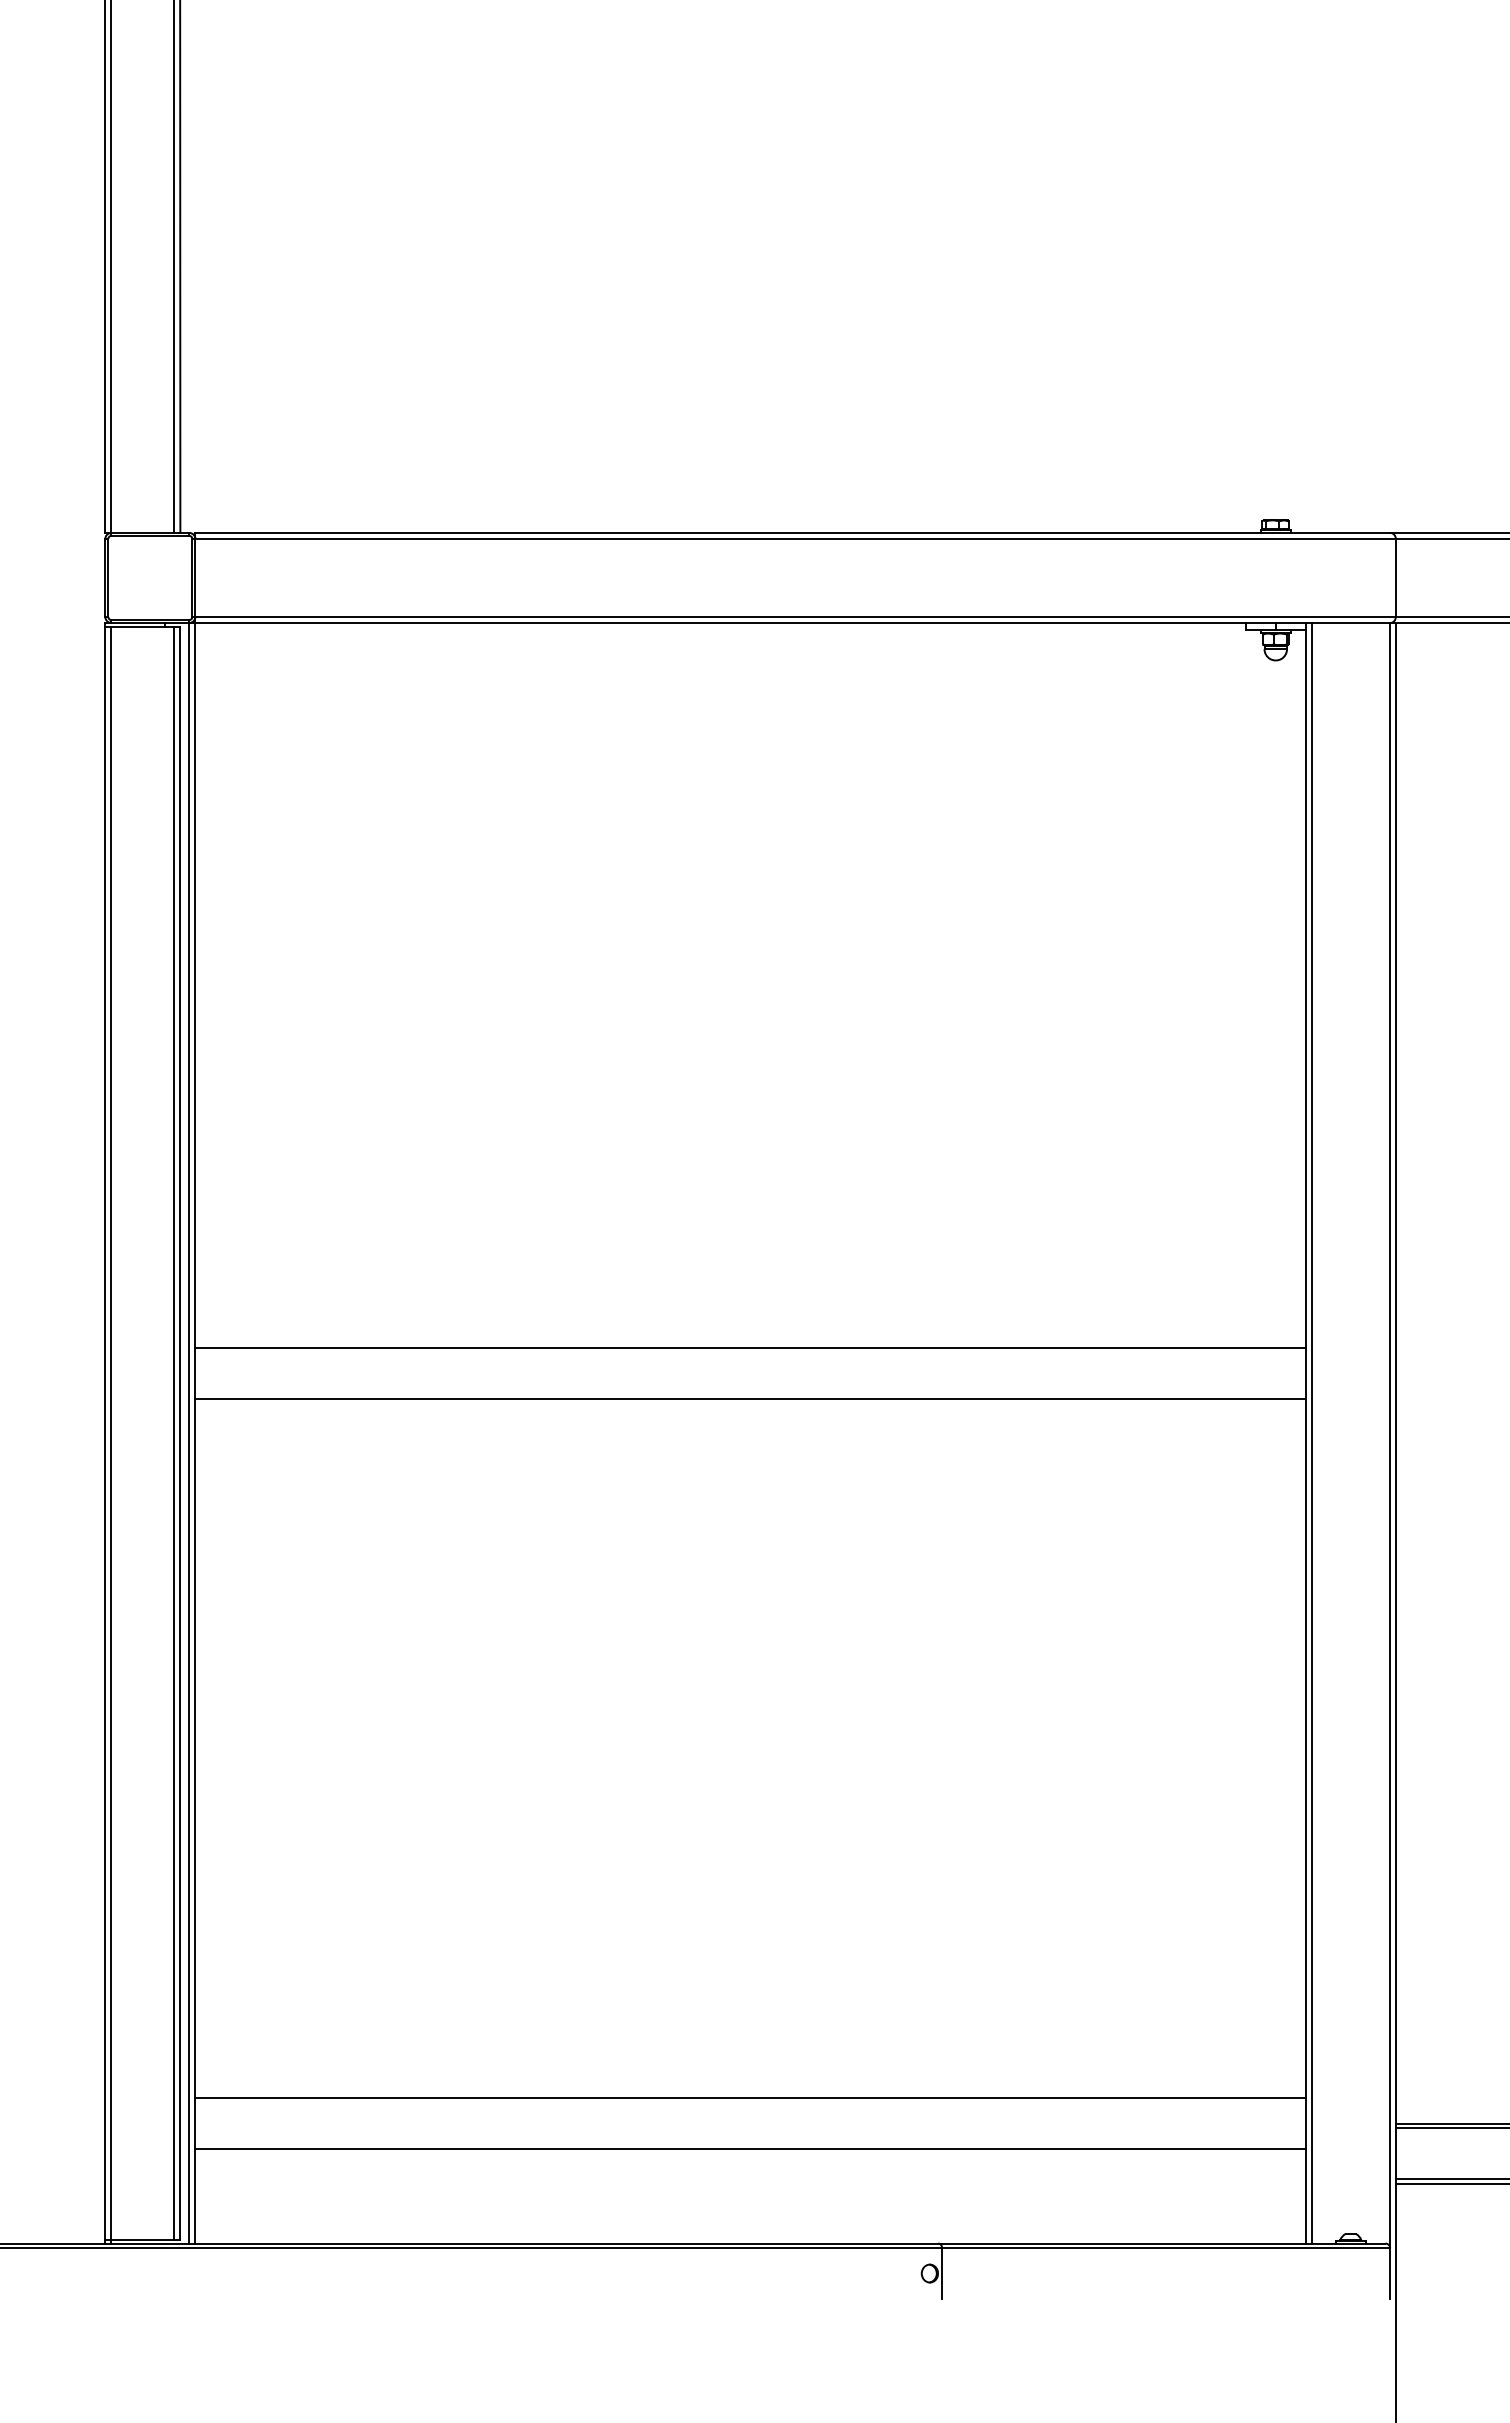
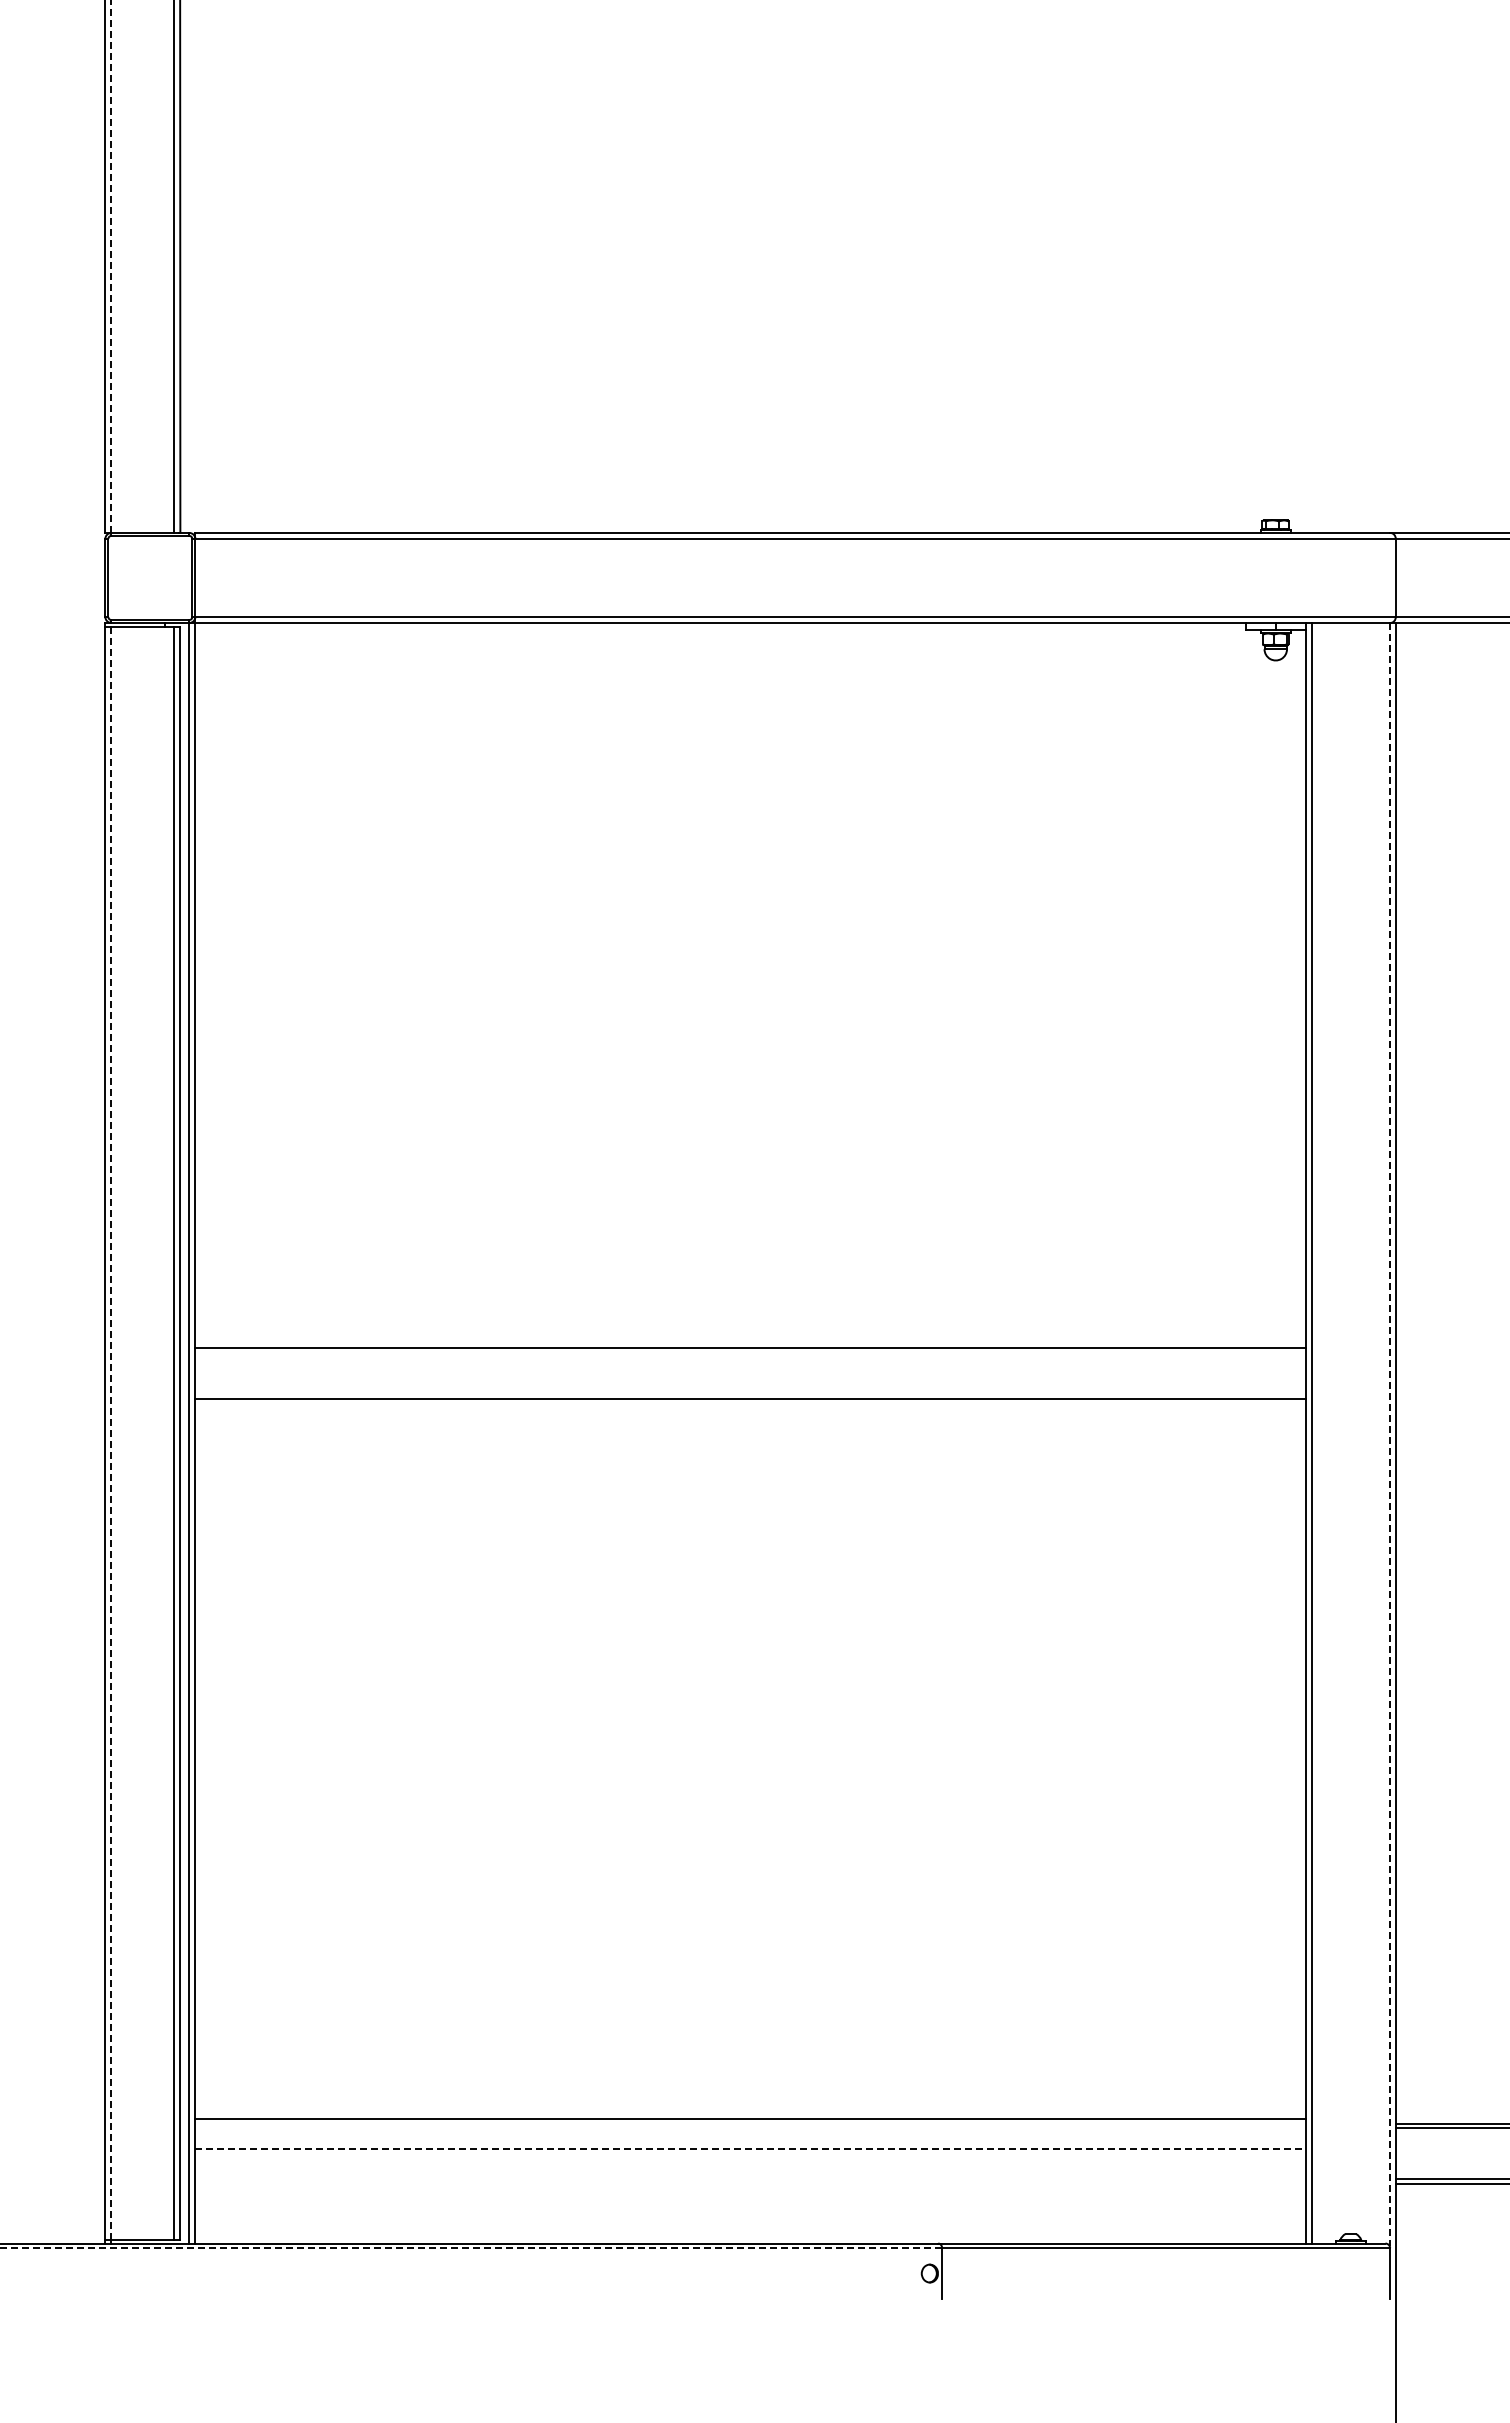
line at (111, 266): solid -> dashed
line at (111, 1433): solid -> dashed
line at (1389, 1434): solid -> dashed
line at (750, 2098) position: (750, 2098) -> (750, 2119)
line at (751, 2148): solid -> dashed
line at (471, 2248): solid -> dashed
